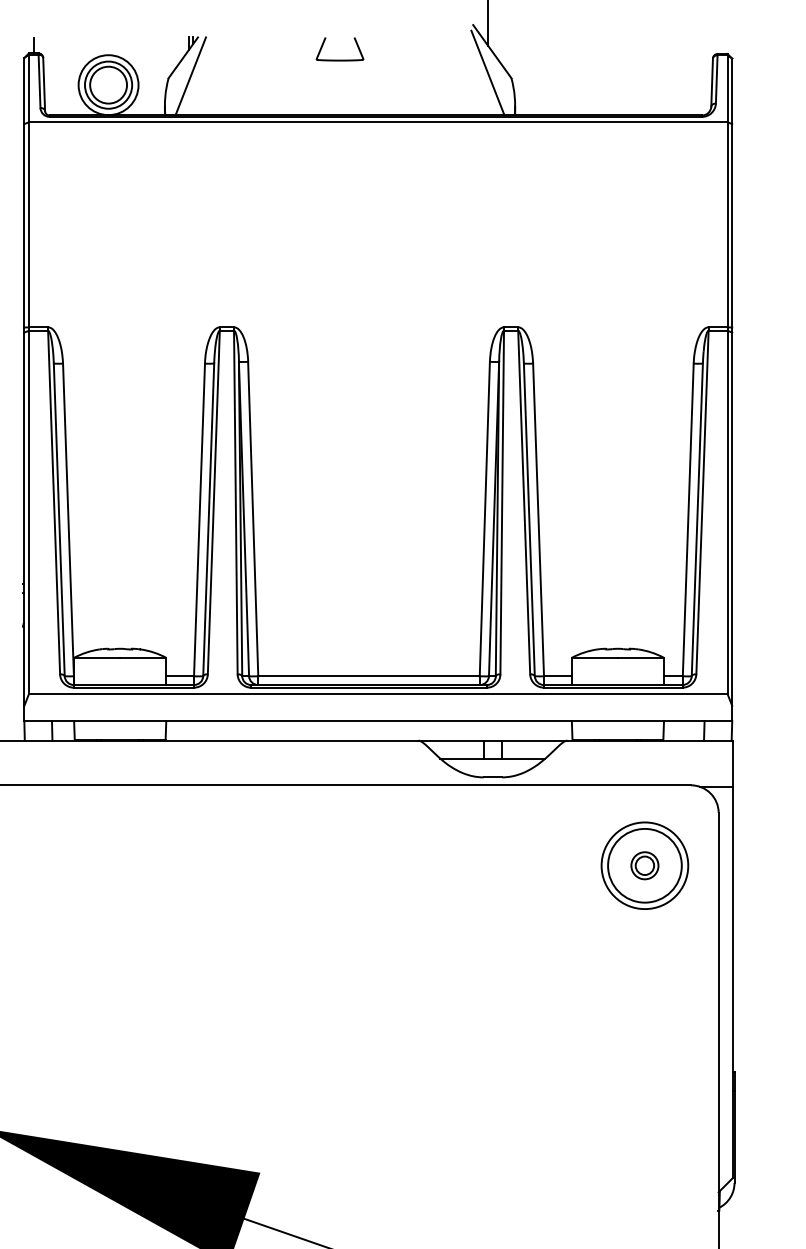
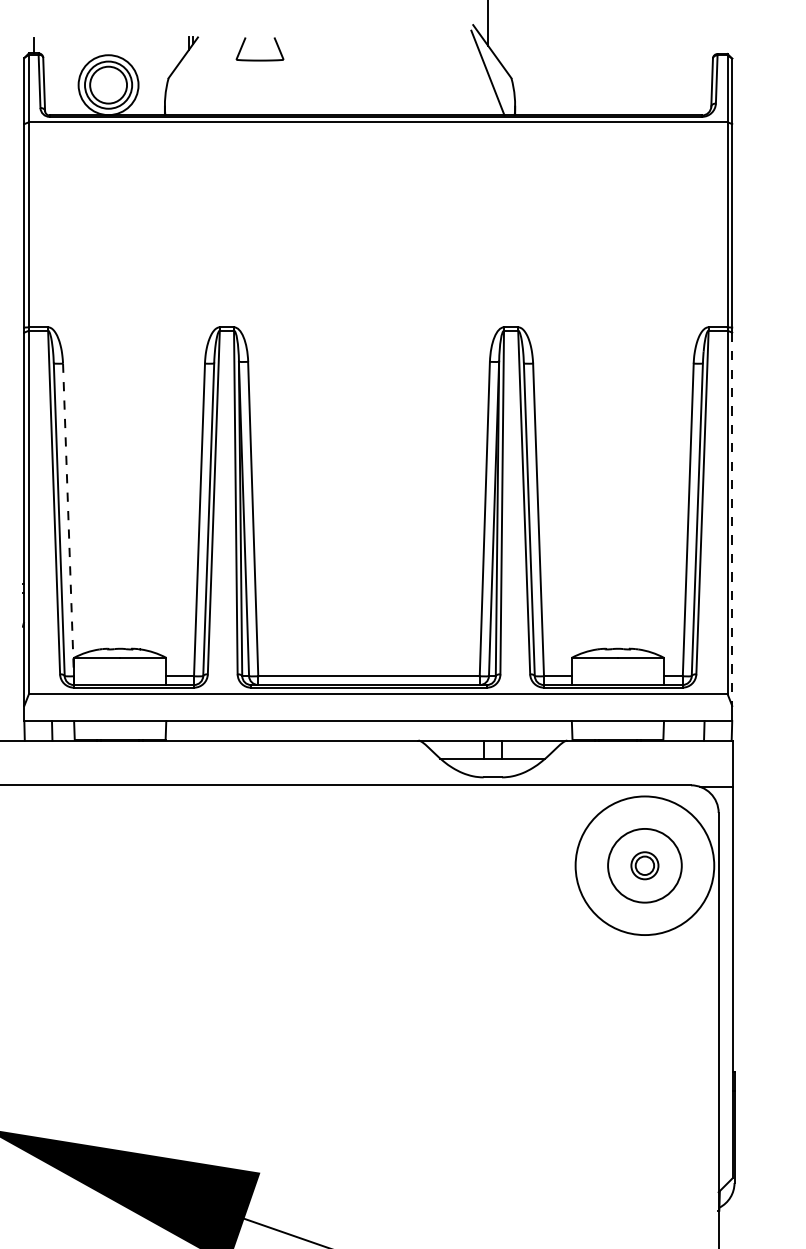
part at (339, 59) position: (339, 59) -> (259, 59)
line at (190, 76): present -> none
line at (732, 519): solid -> dashed
line at (68, 520): solid -> dashed
circle at (644, 865) diameter: 87 px -> 139 px
